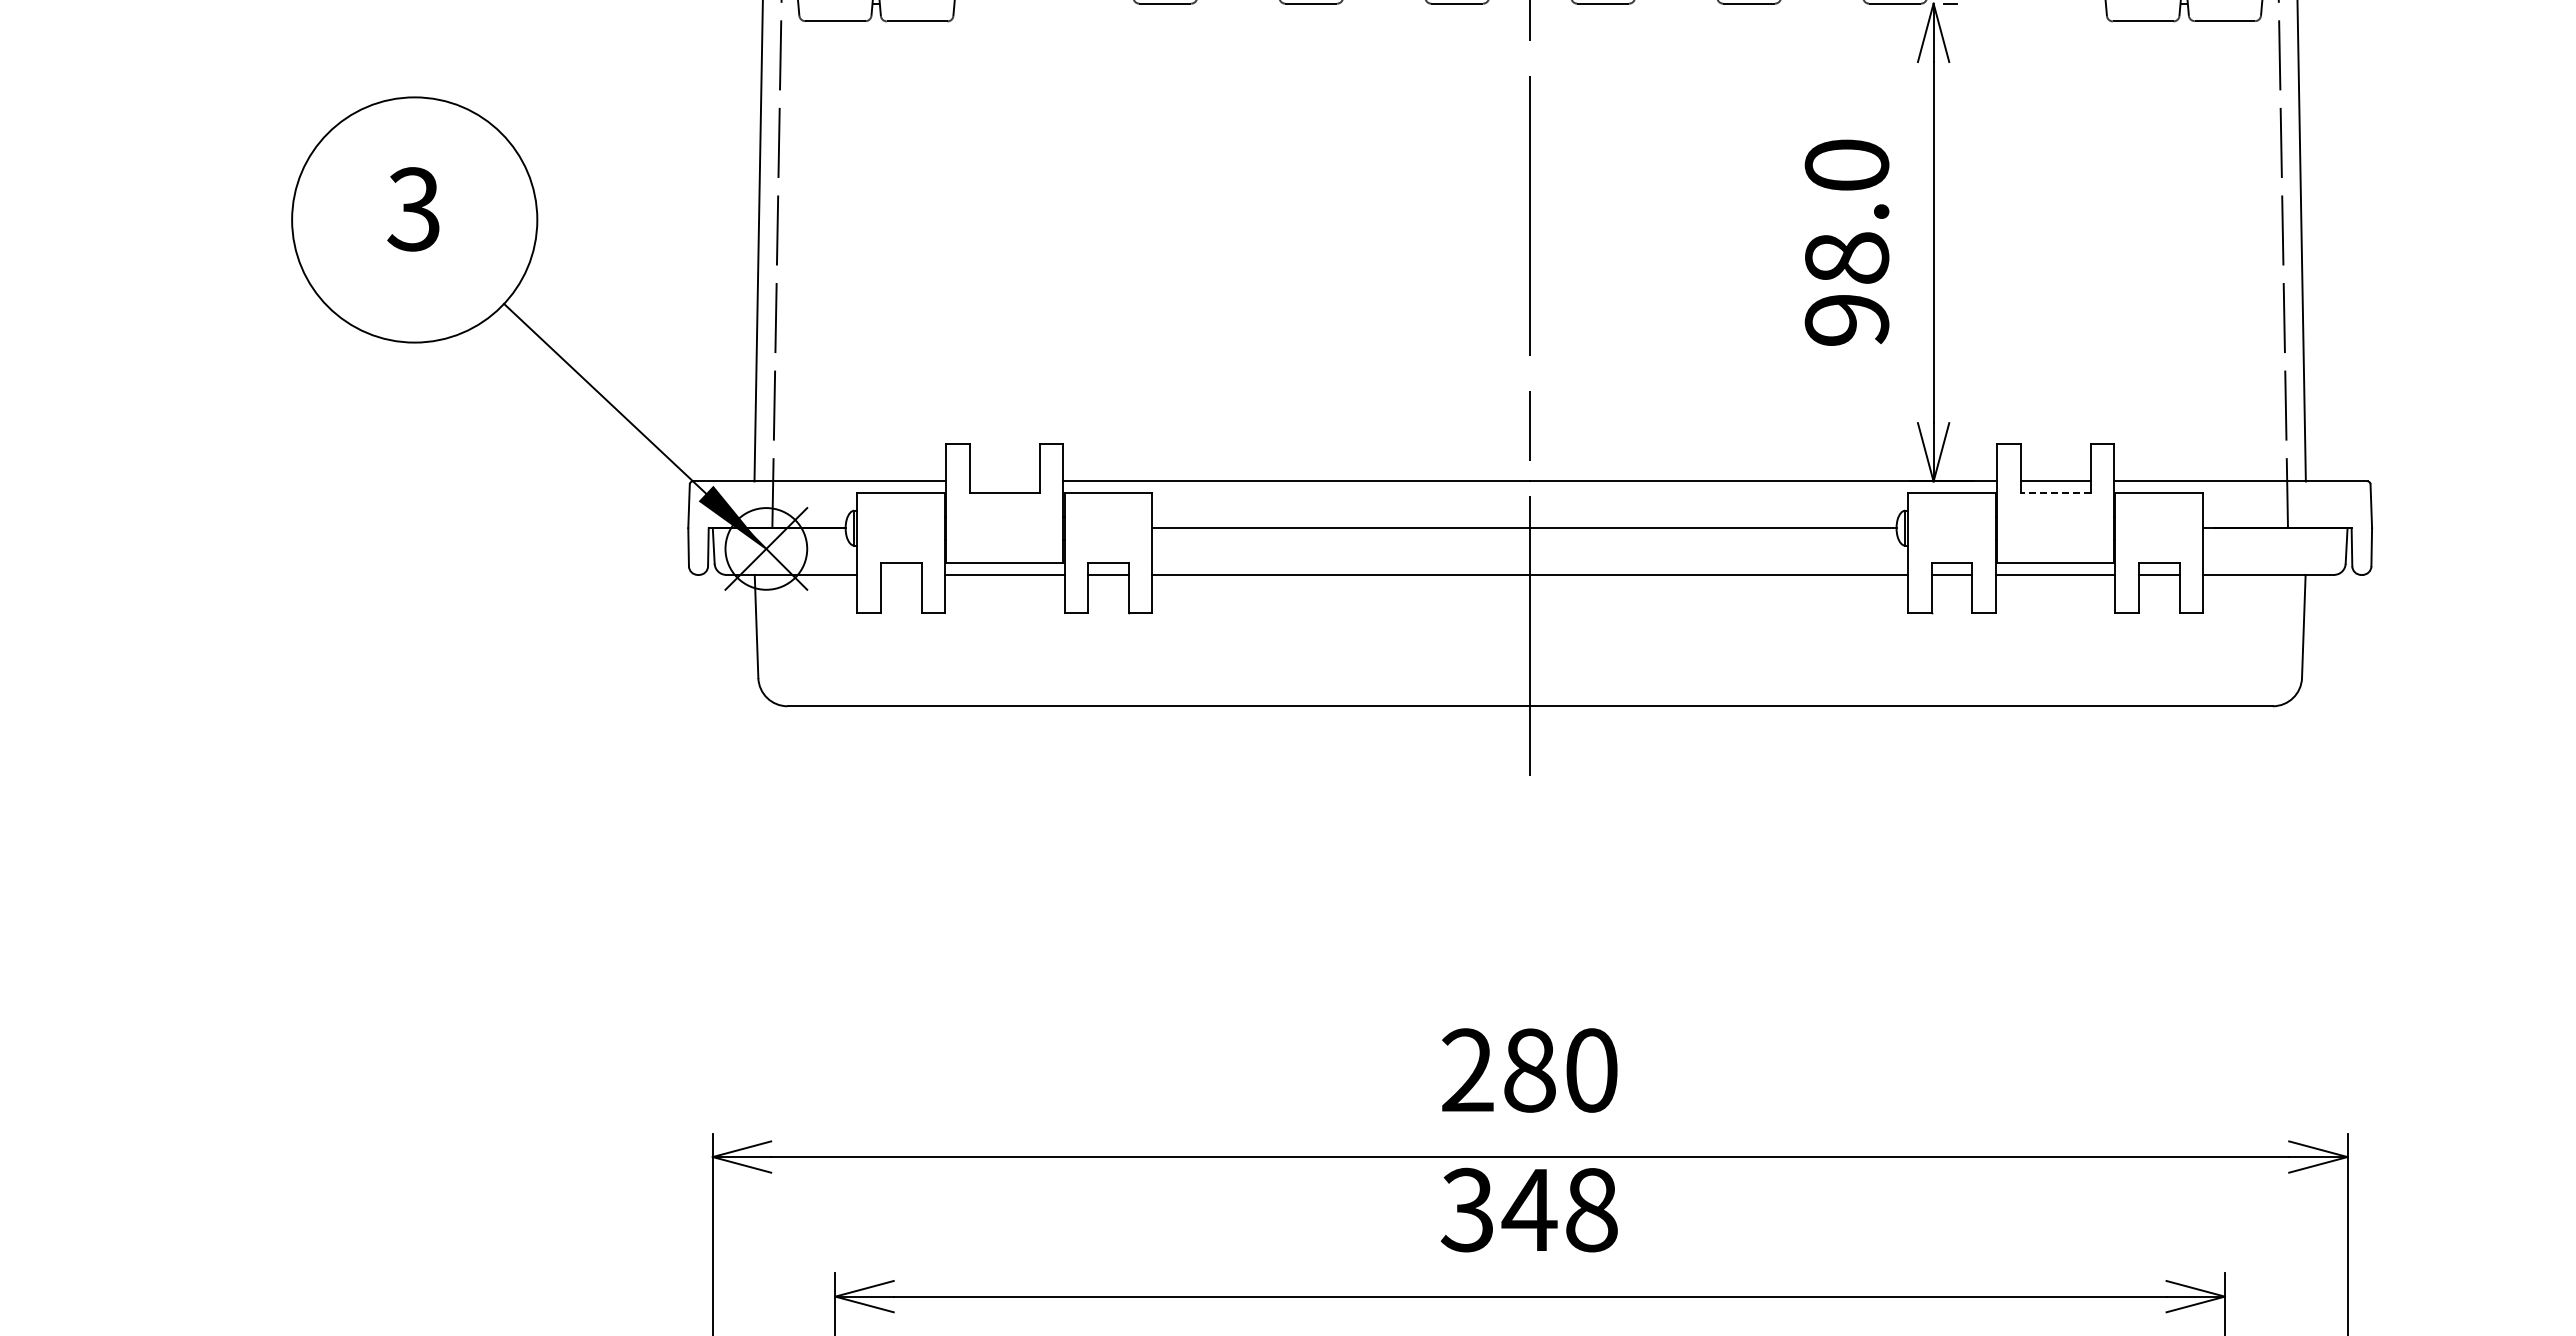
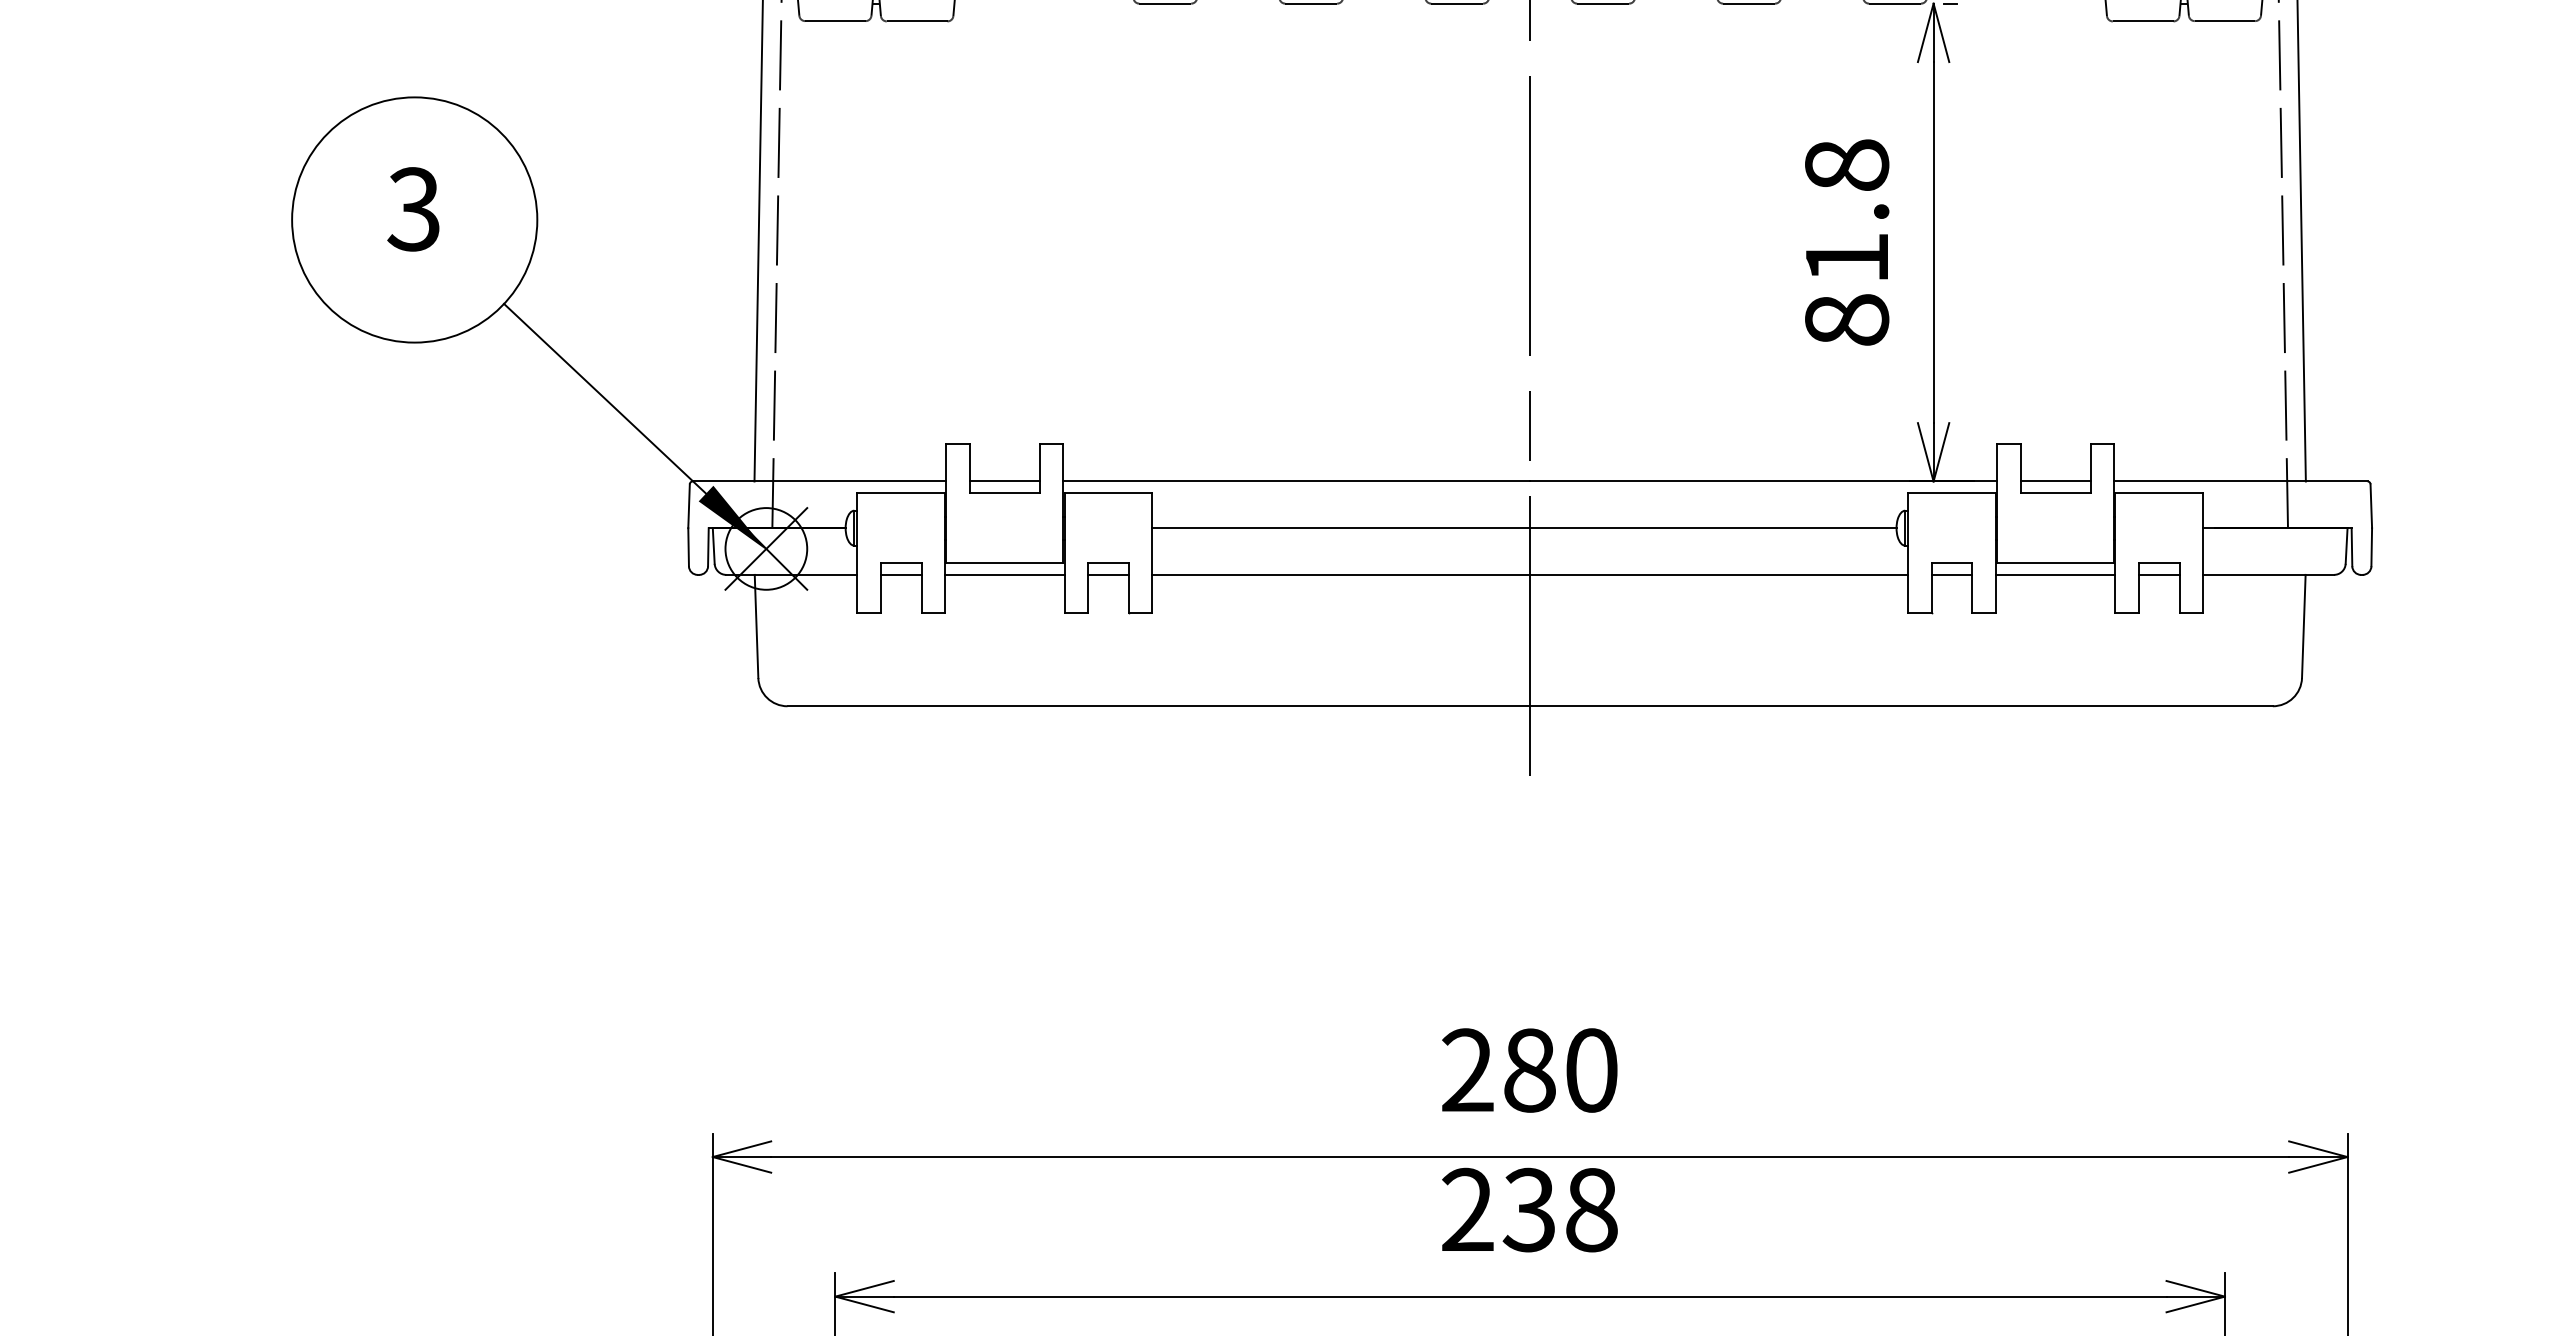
text at (1846, 242): 98.0 -> 81.8
line at (1004, 481): none -> present
line at (2055, 493): dashed -> solid
line at (900, 574): none -> present
text at (1498, 1209): 348 -> 238
